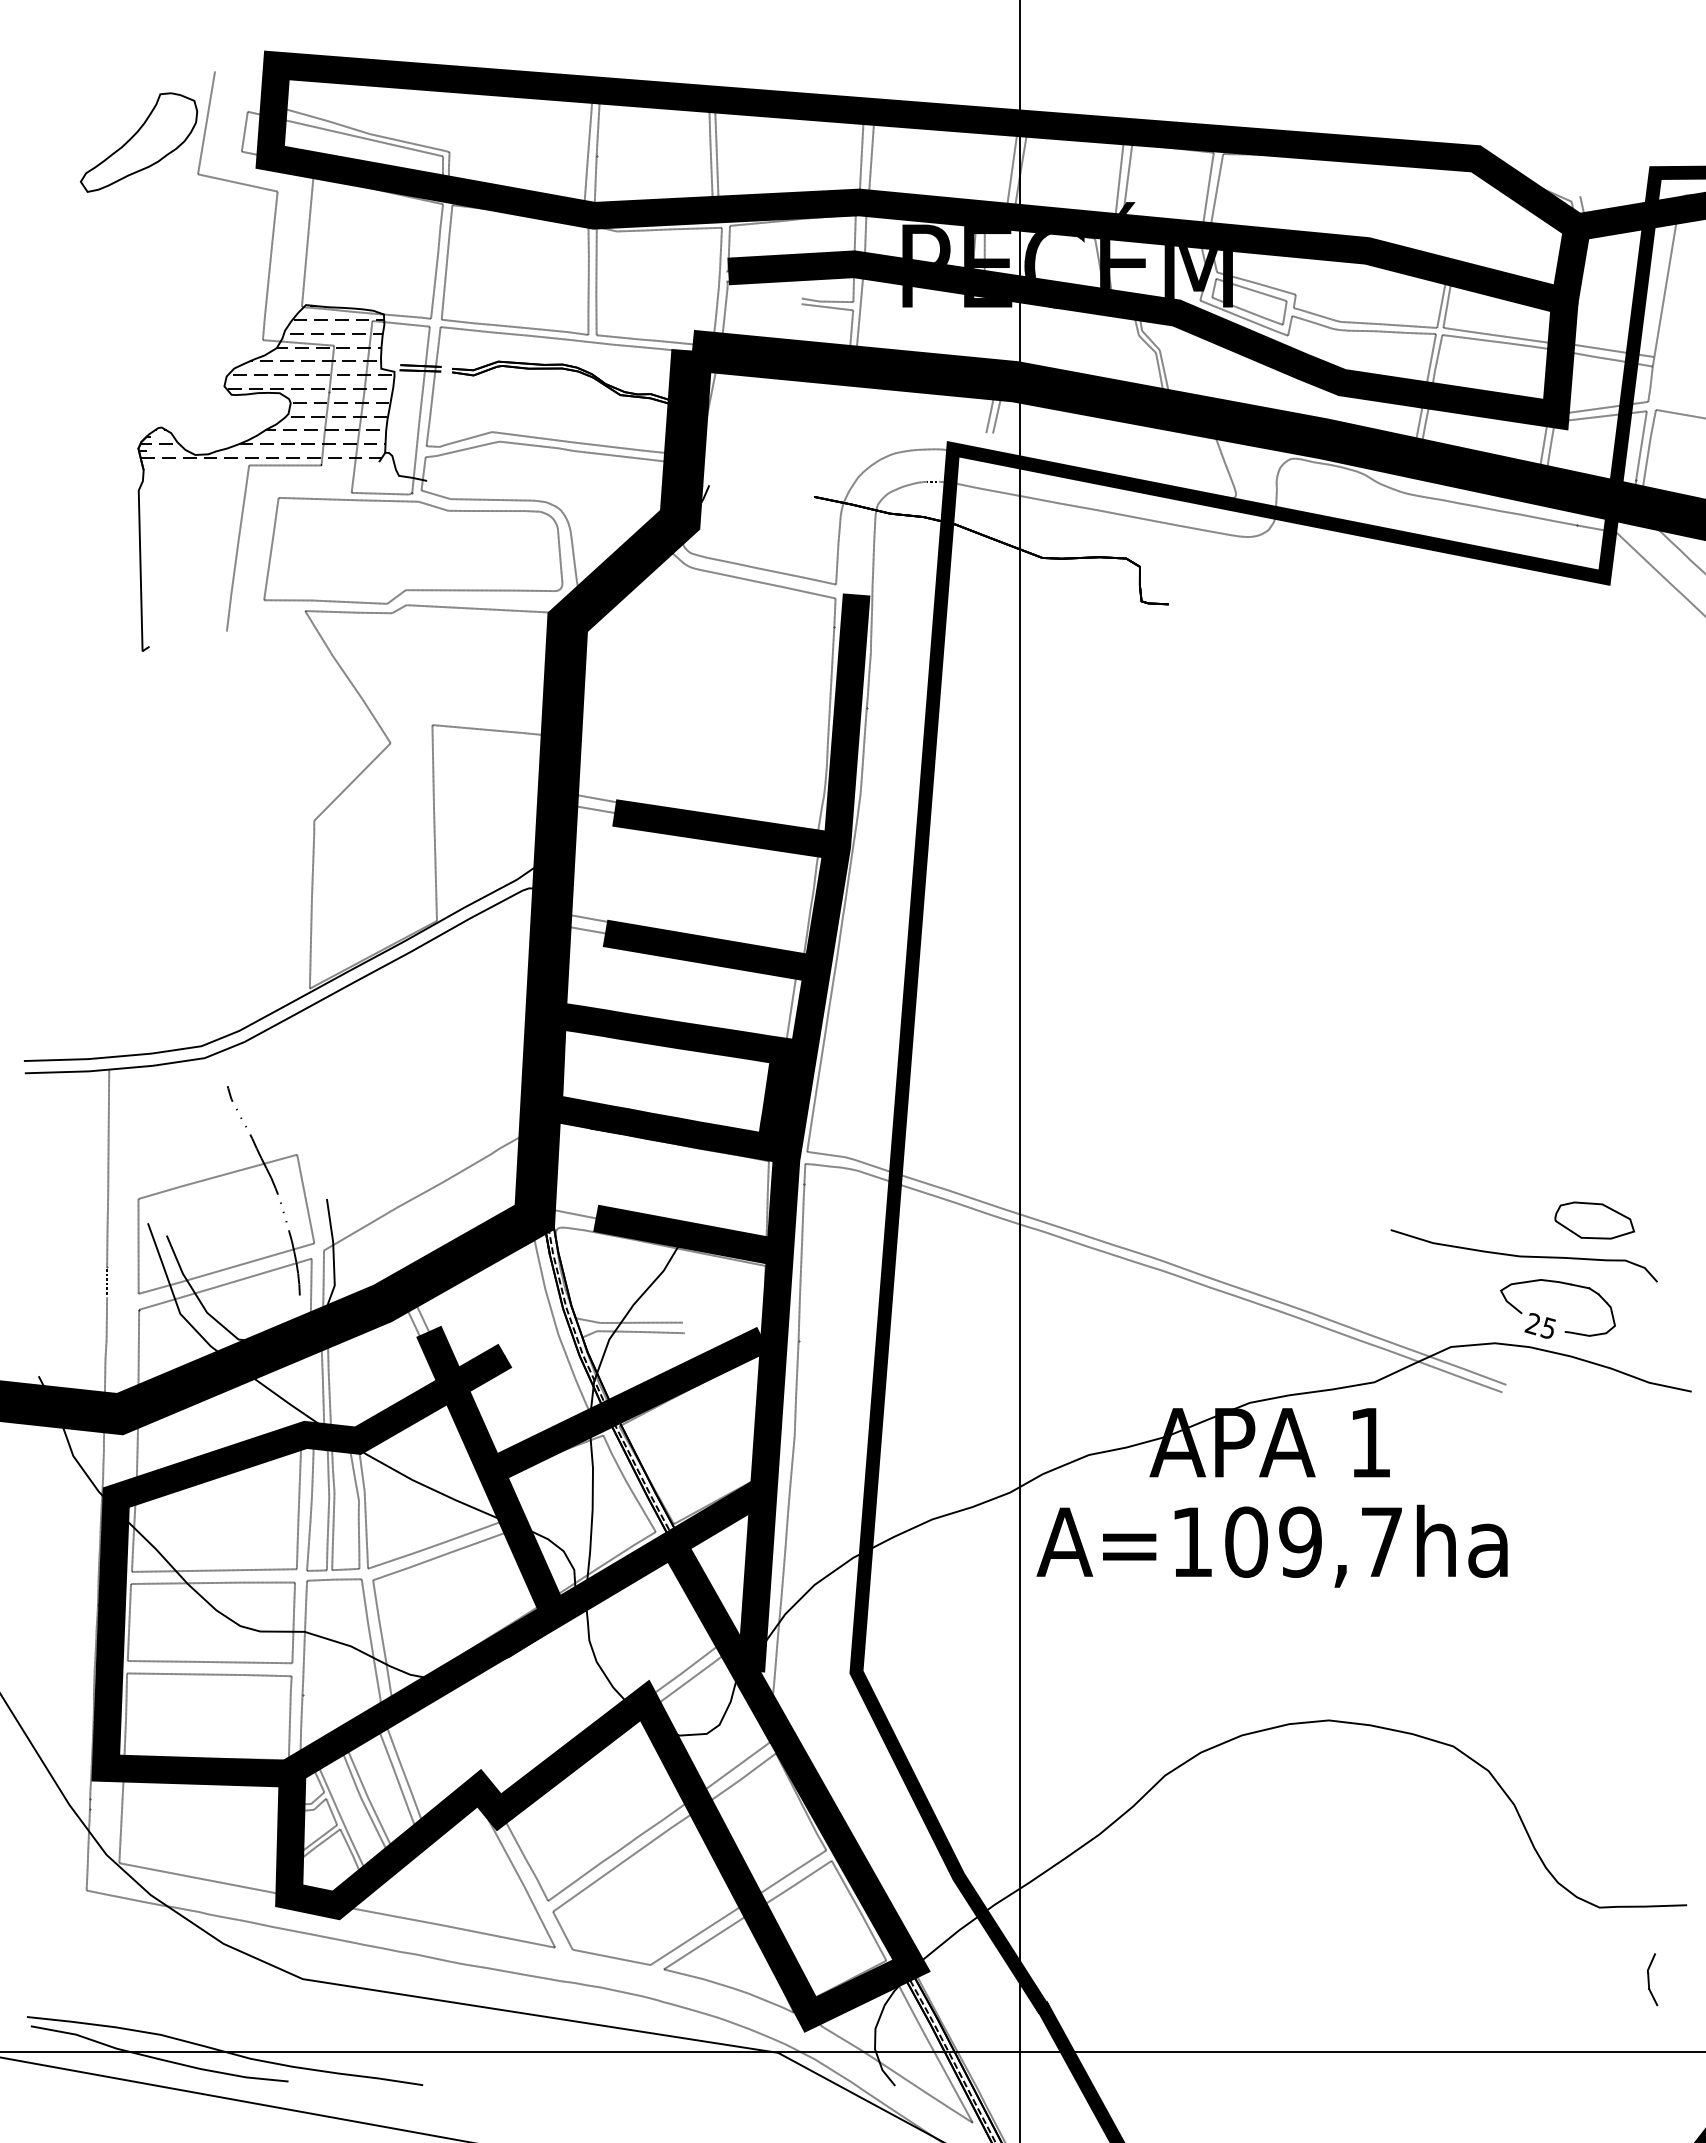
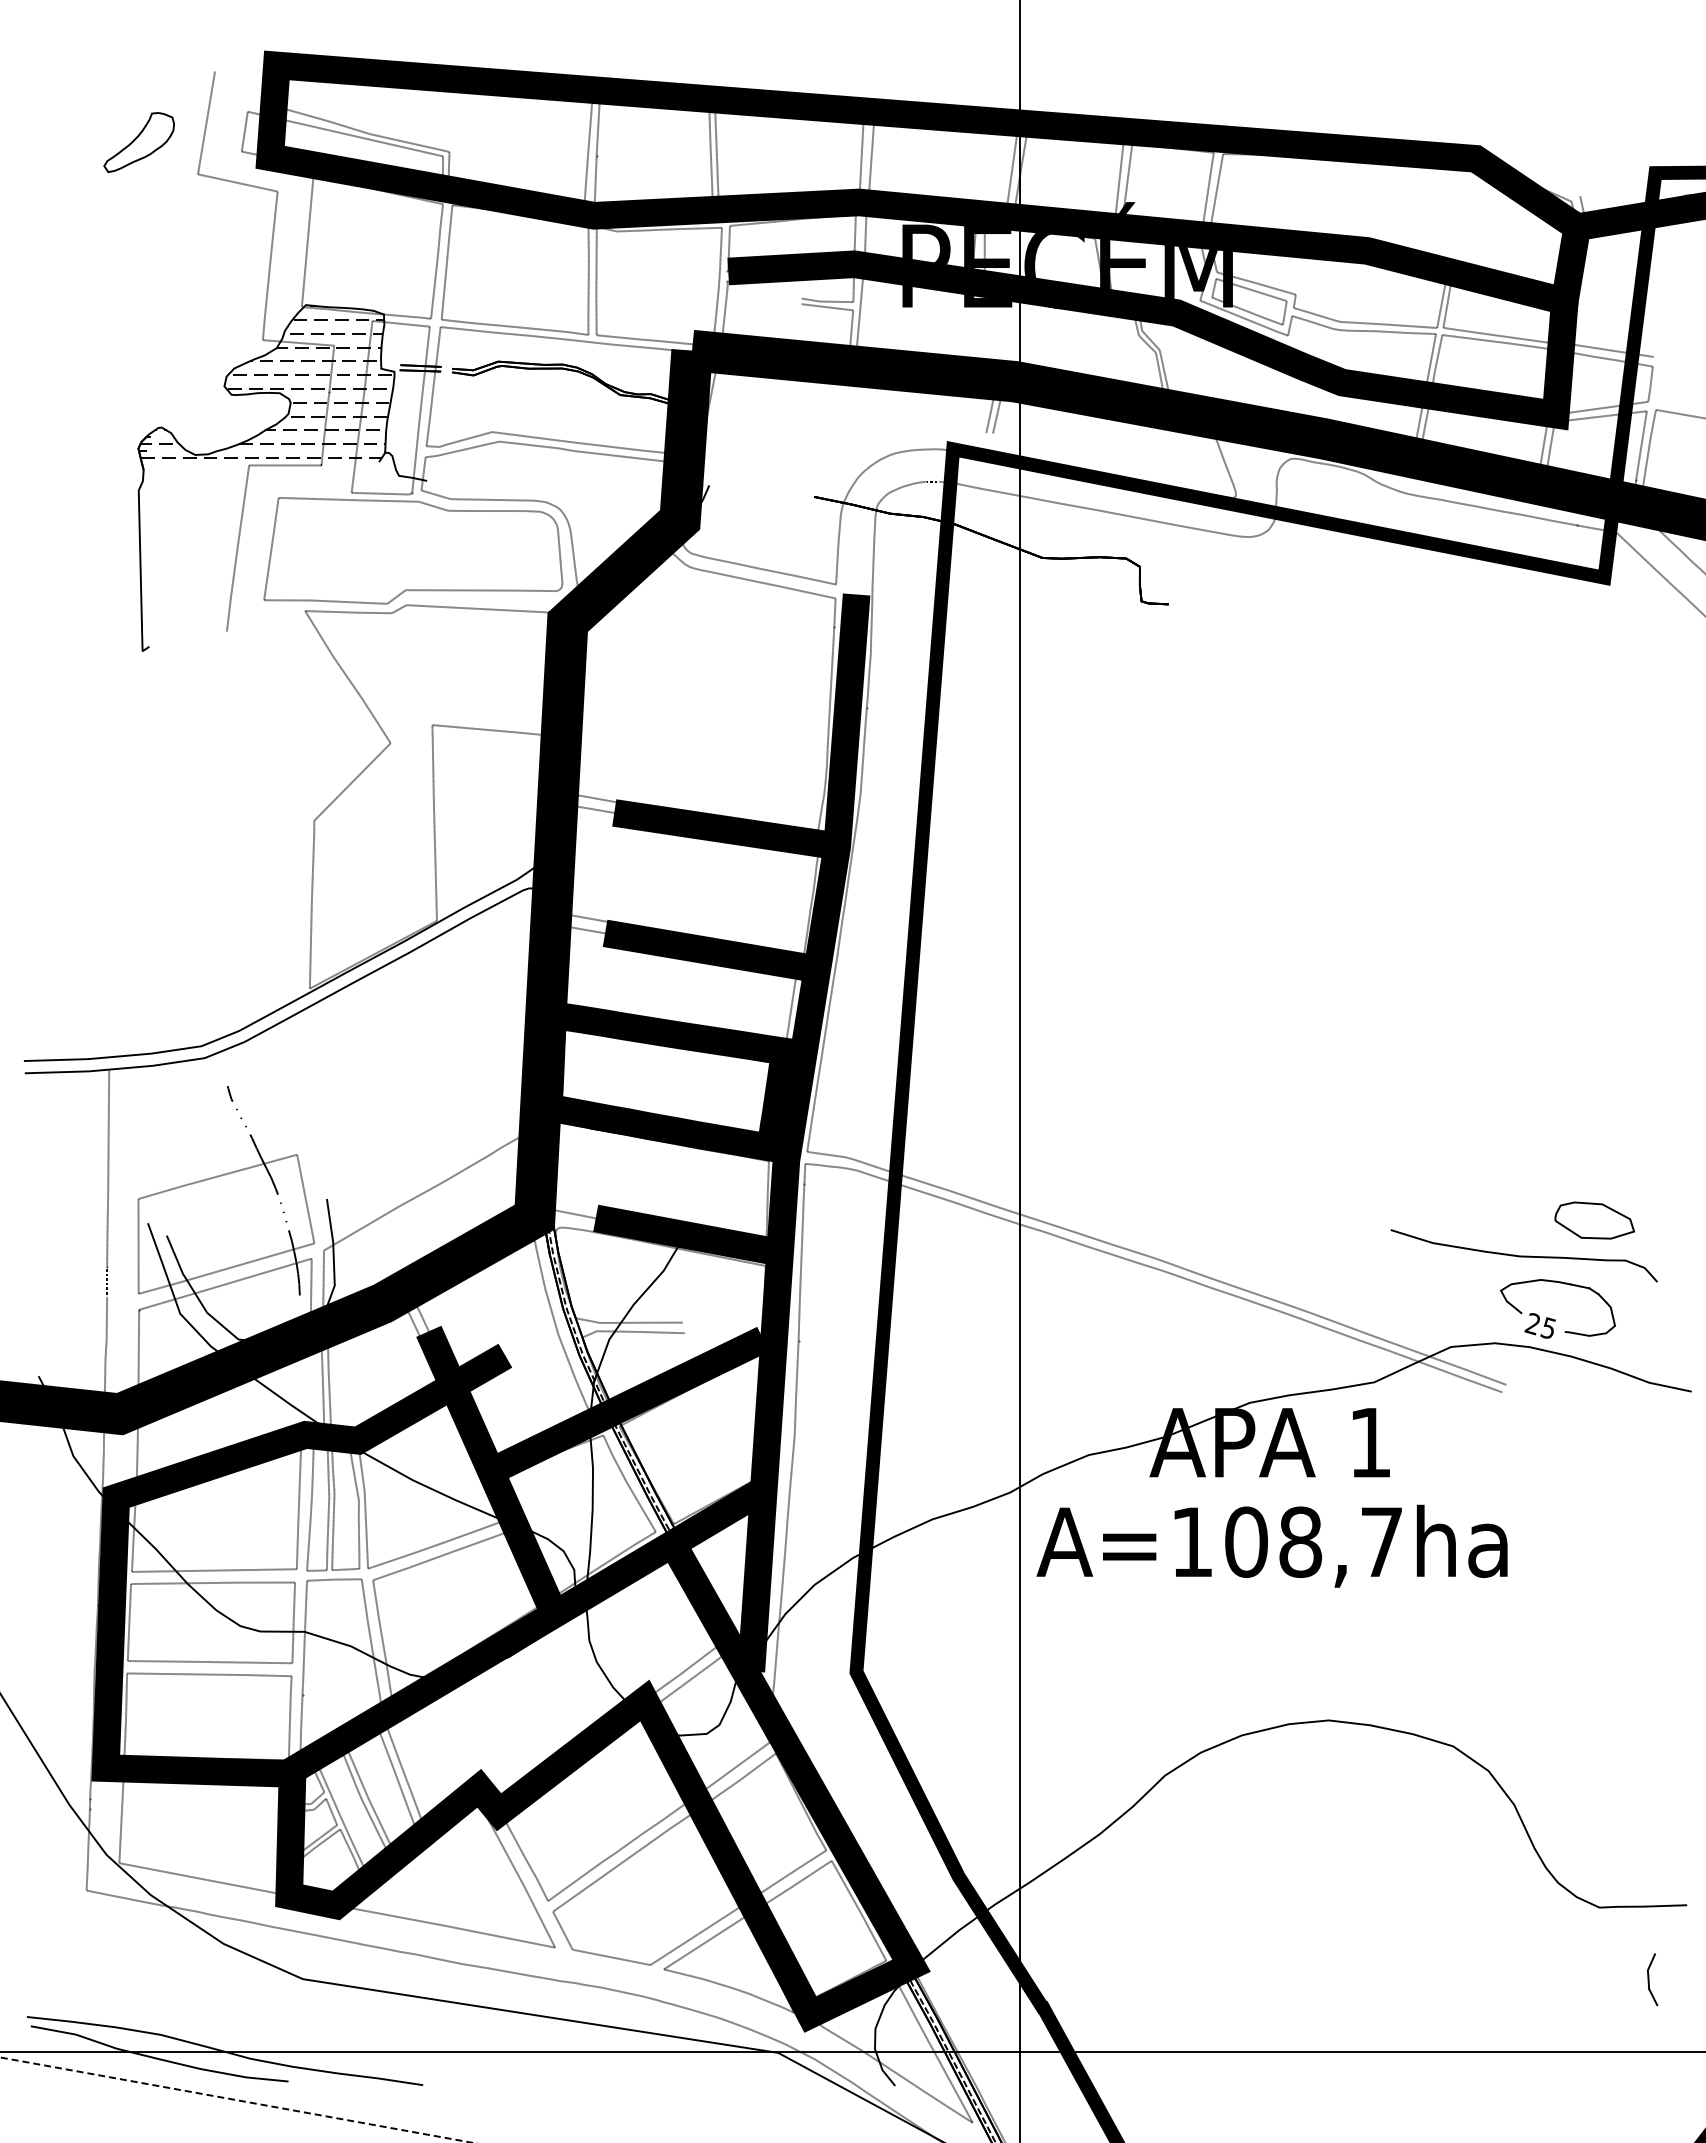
part at (139, 142) size: 119x101 px -> 72x62 px
line at (1665, 286): present -> none
text at (1300, 1541): A=109,7ha -> A=108,7ha
line at (237, 2100): solid -> dashed
